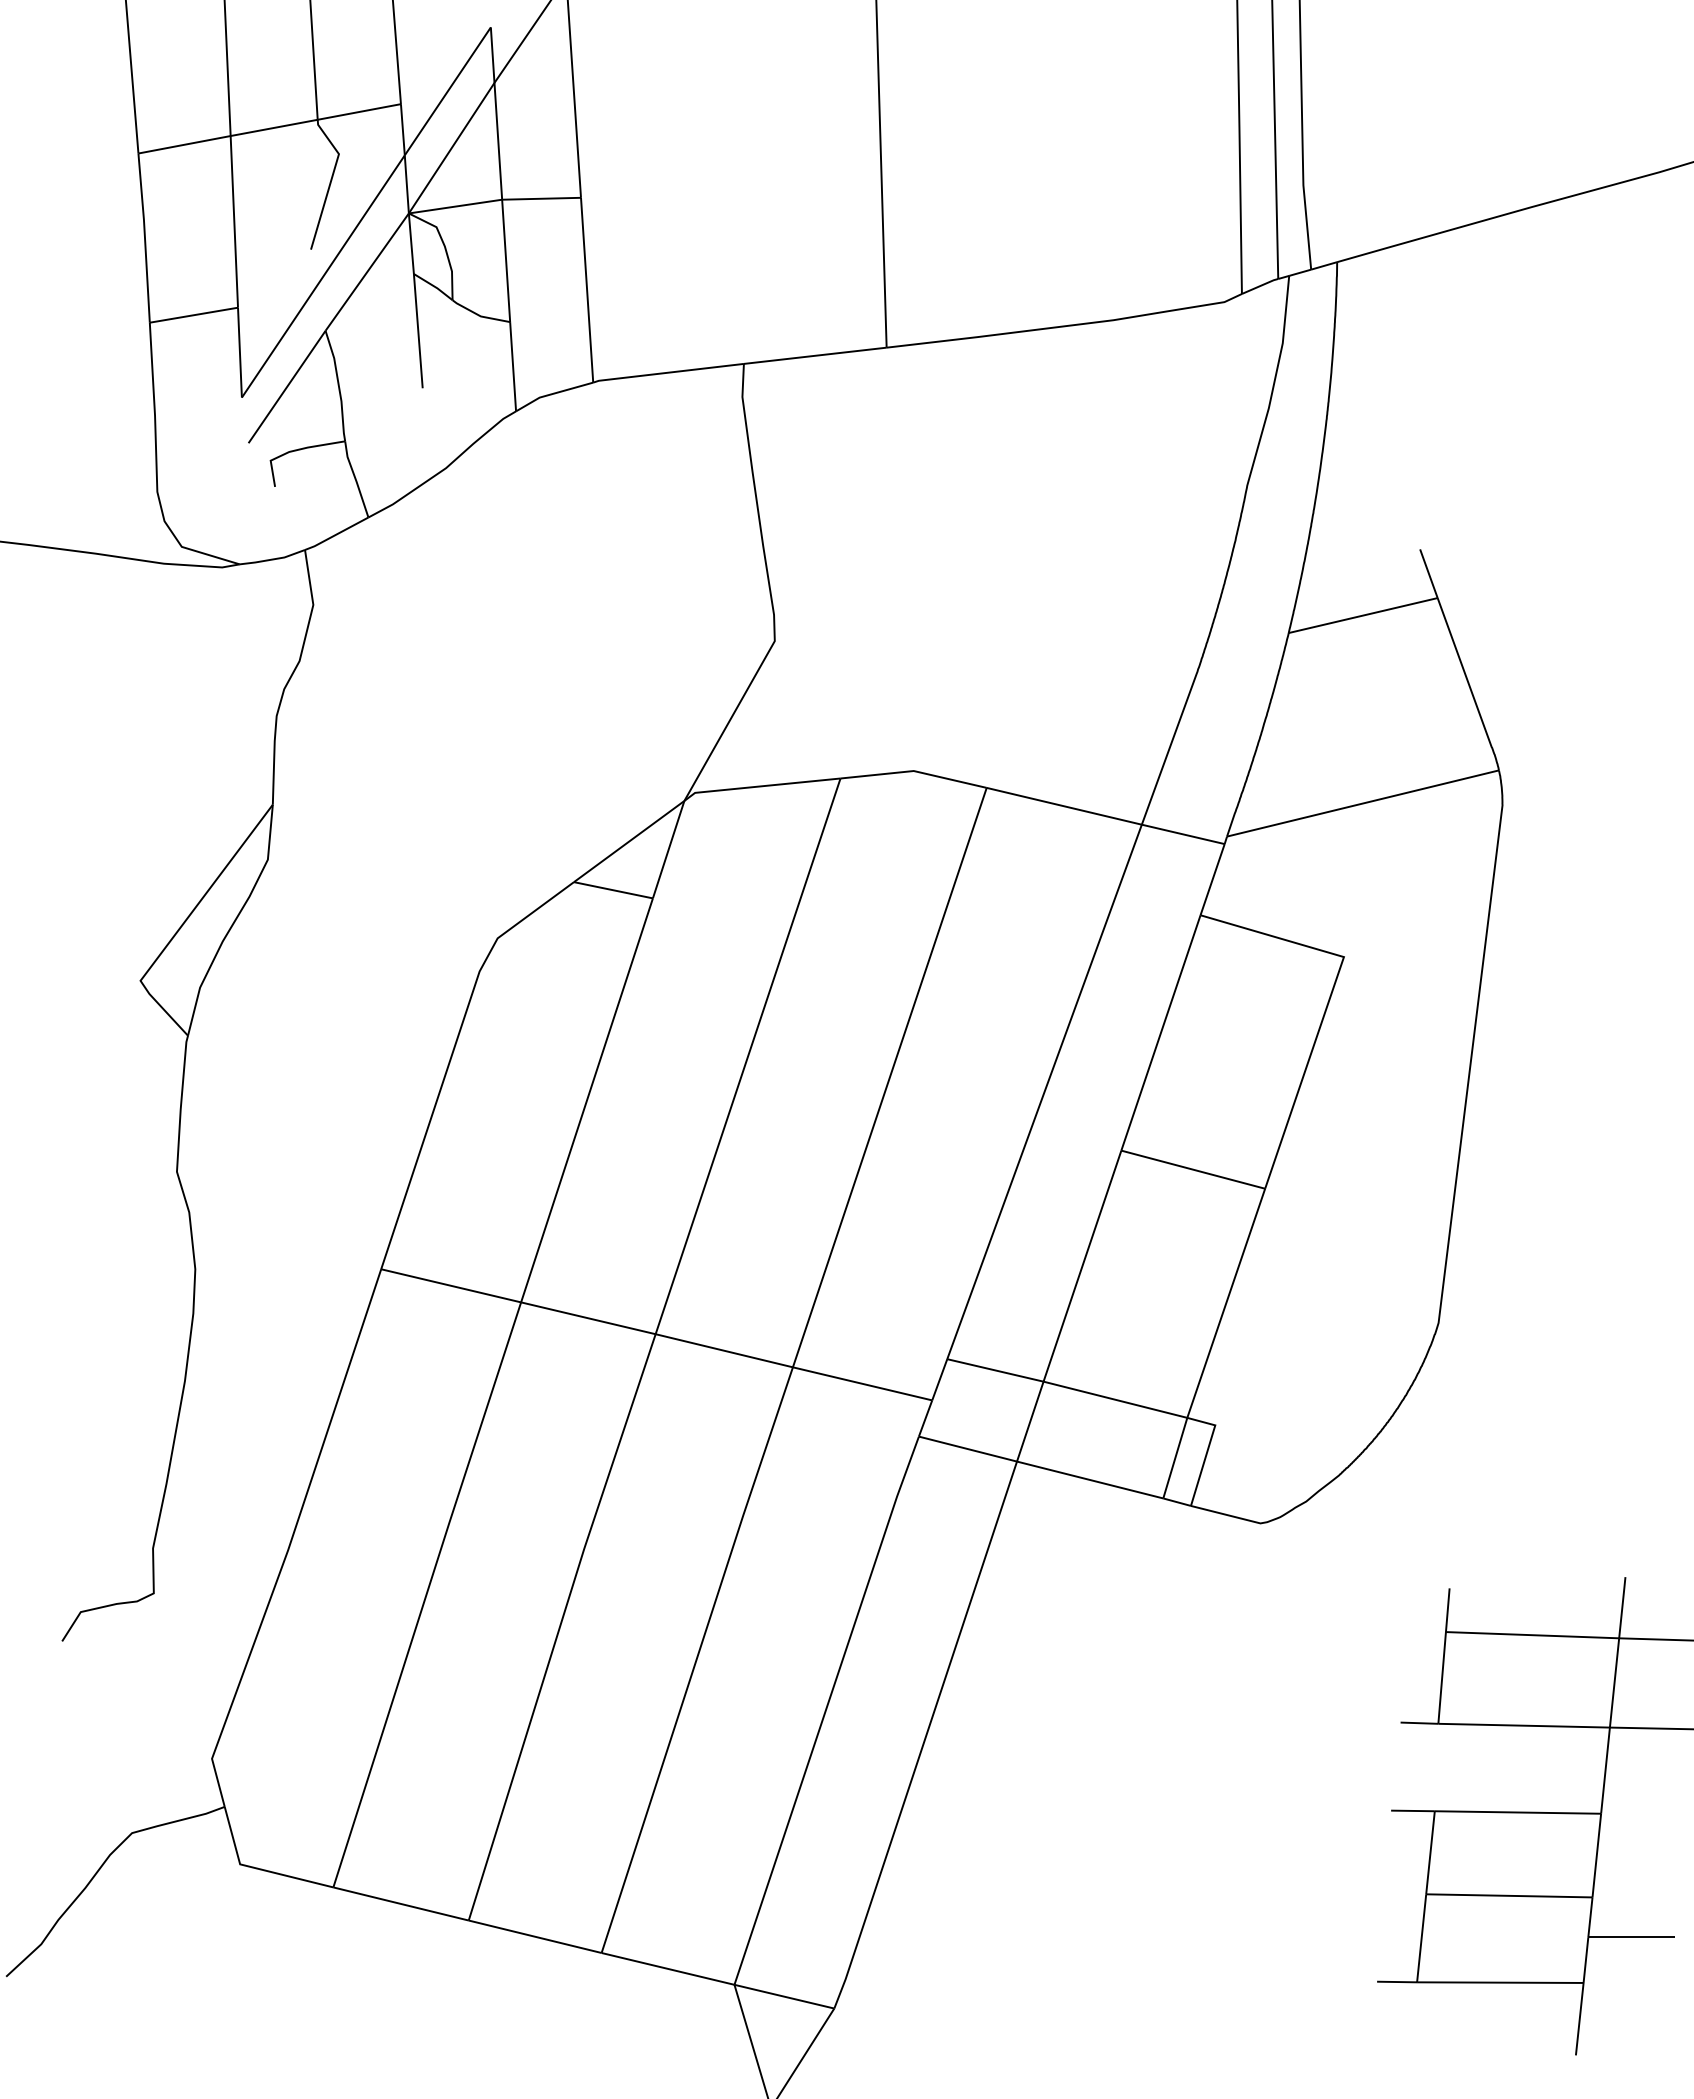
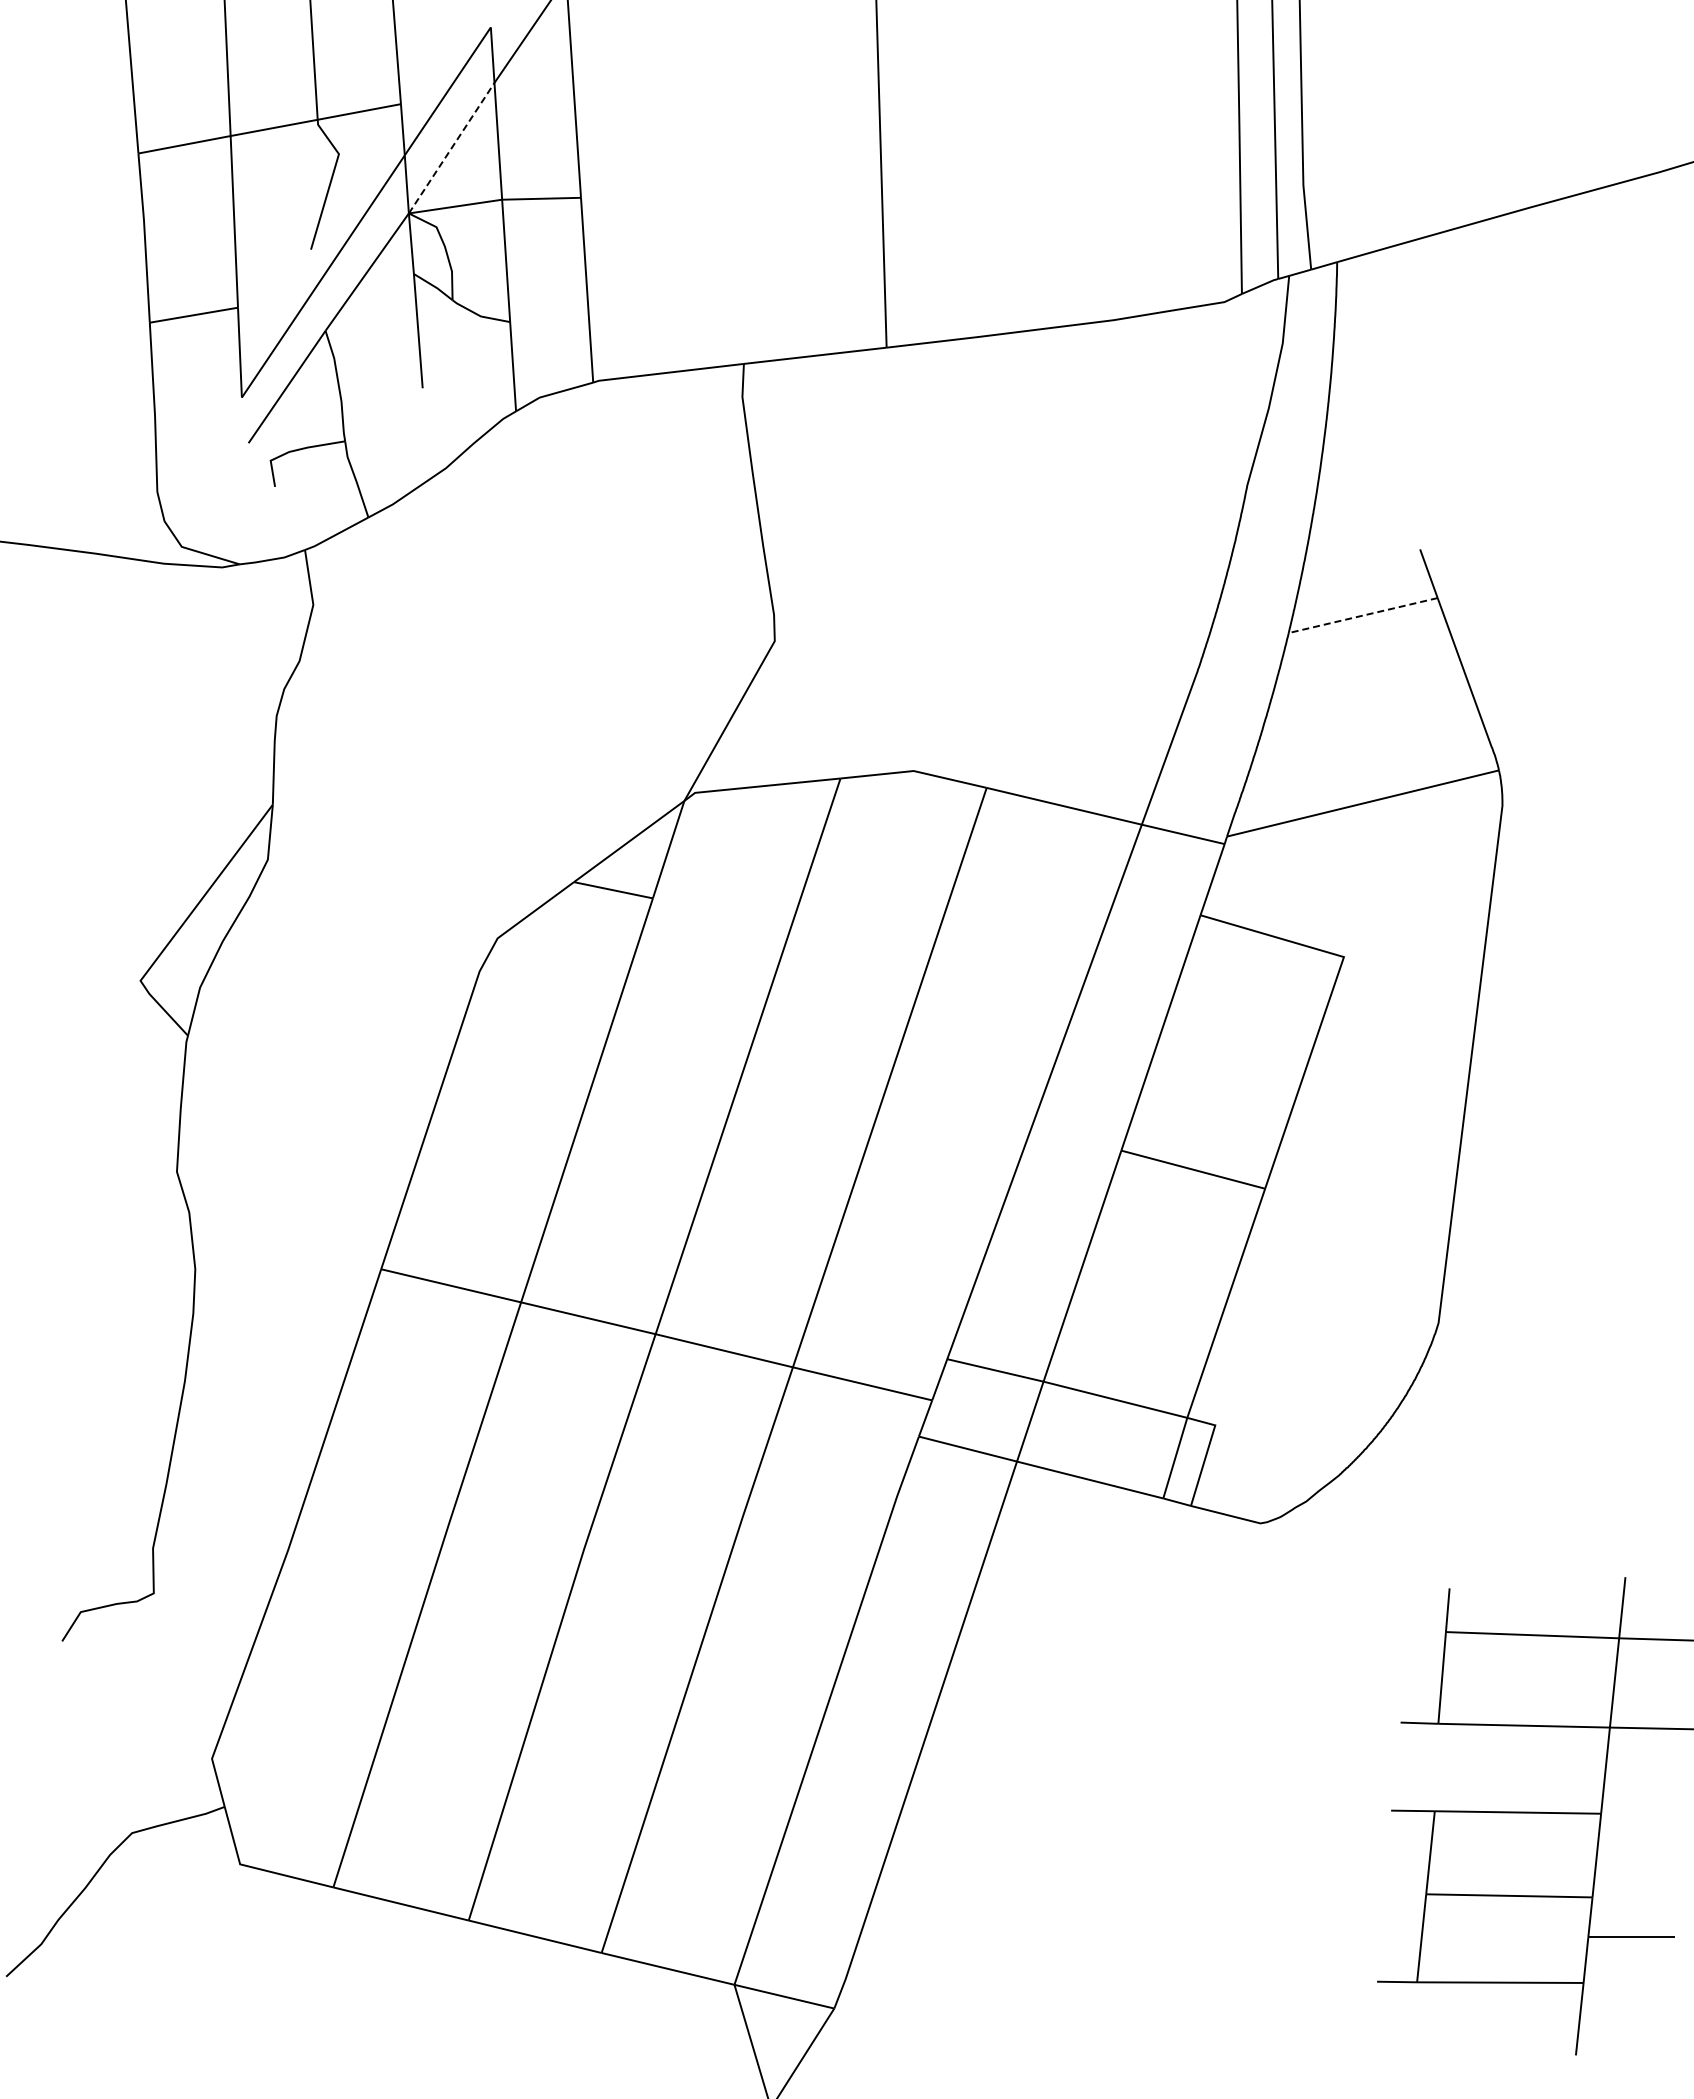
line at (451, 147): solid -> dashed
line at (1362, 615): solid -> dashed
